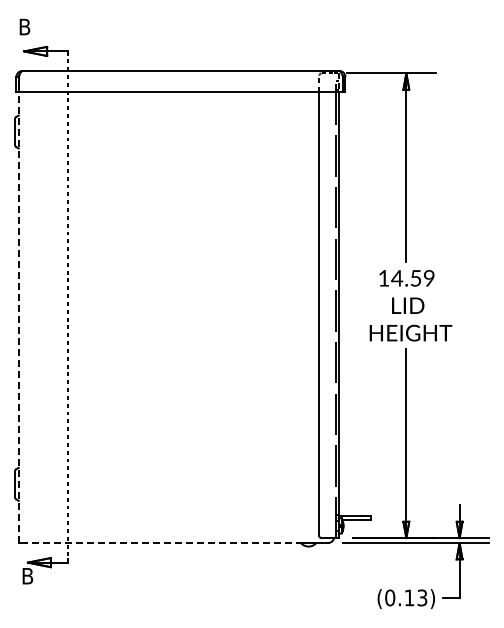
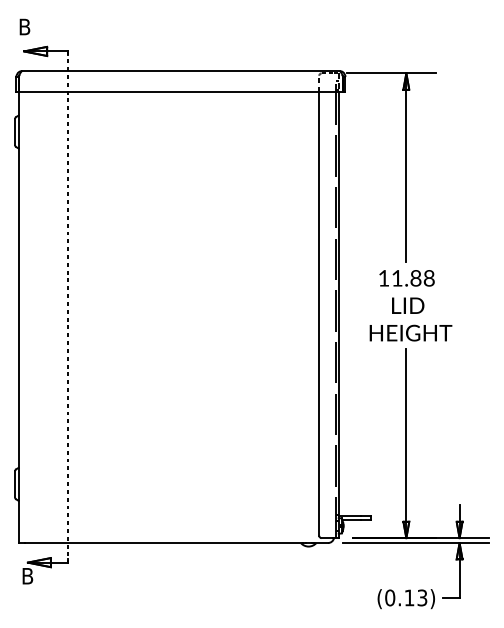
text at (412, 278): 14.59 -> 11.88
line at (18, 317): dashed -> solid
line at (163, 543): dashed -> solid
